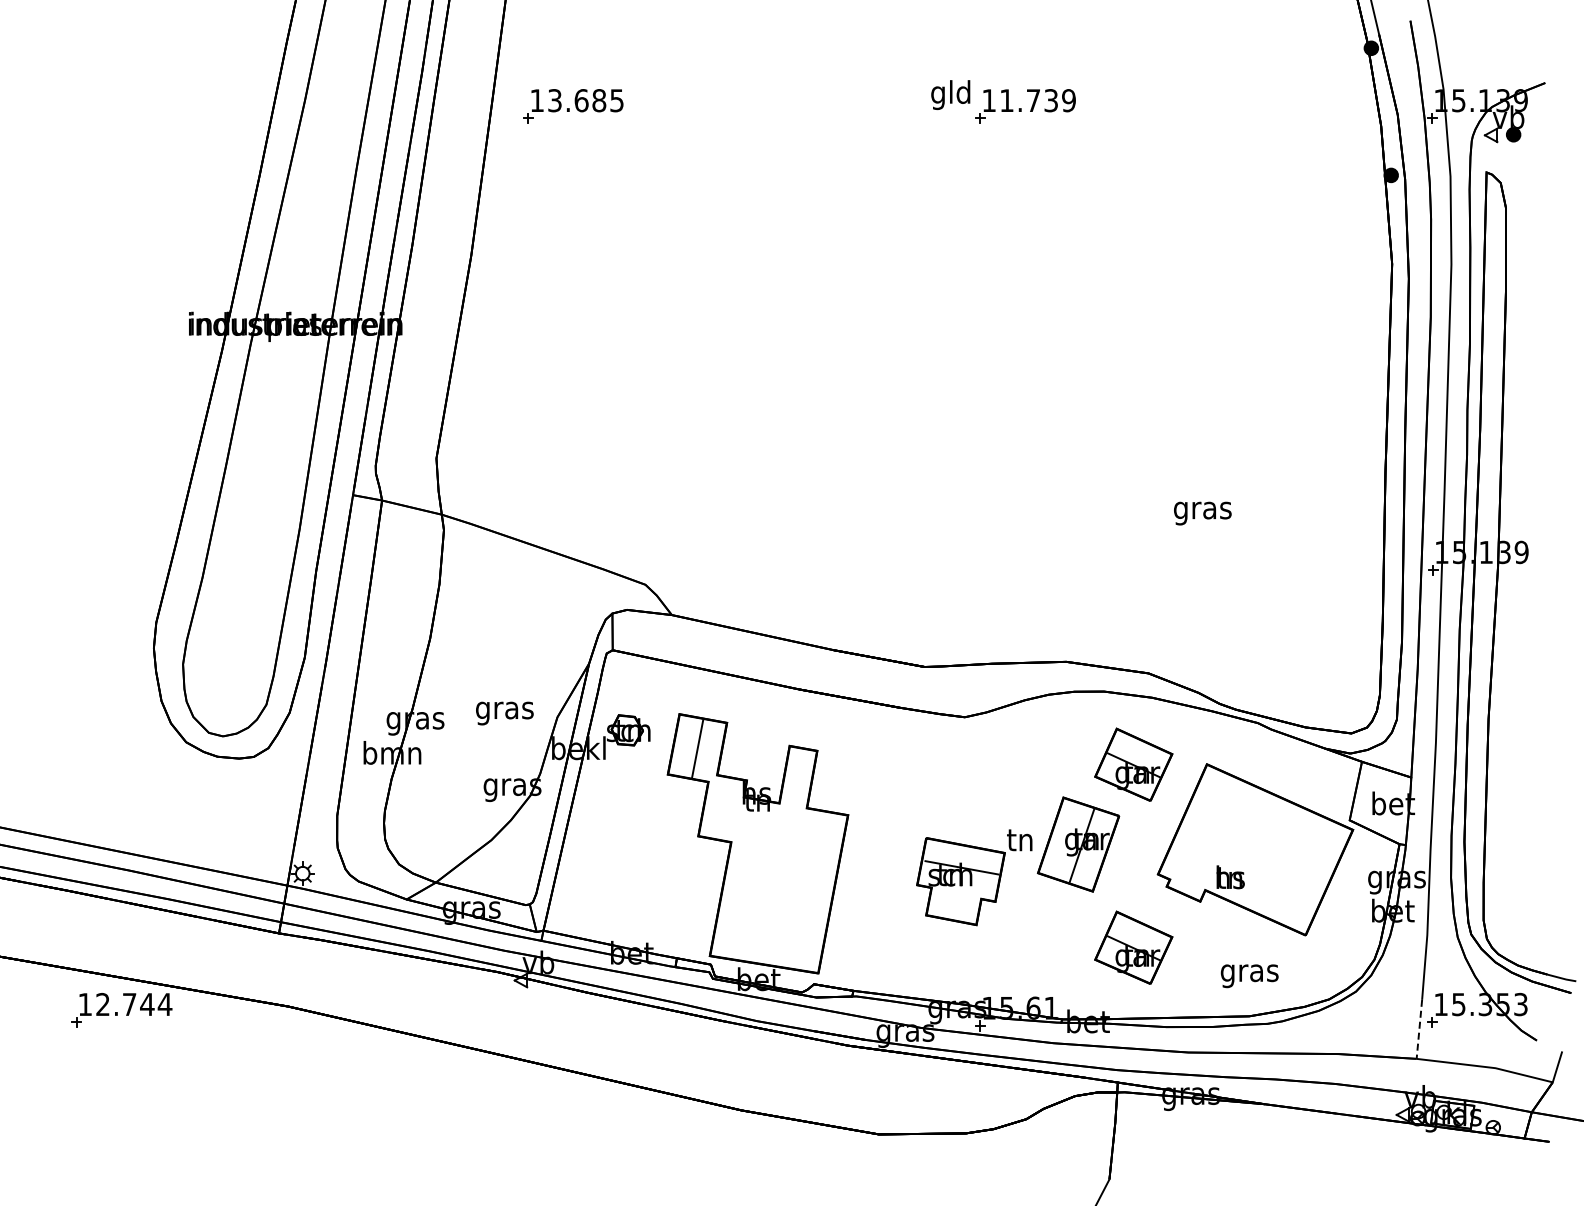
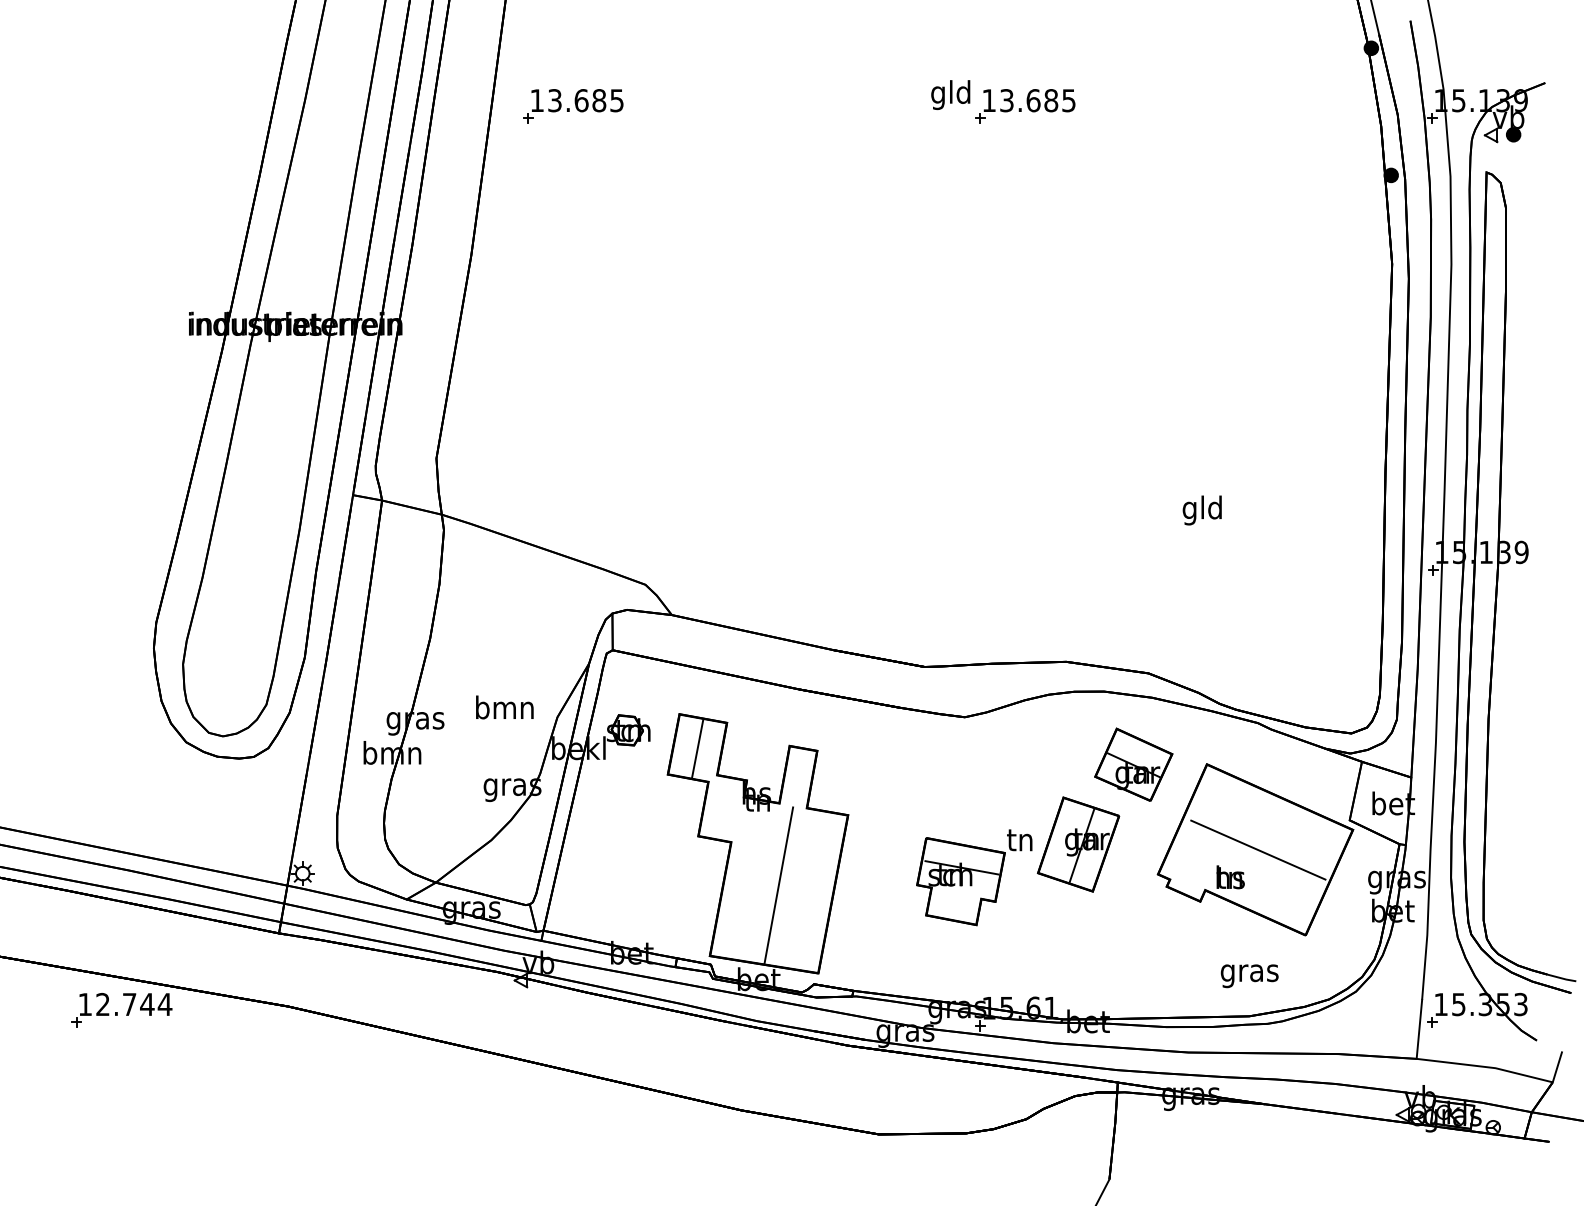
text at (1037, 100): 11.739 -> 13.685
text at (1202, 510): gras -> gld
text at (504, 710): gras -> bmn
line at (1258, 849): none -> present
line at (778, 885): none -> present
part at (1133, 947): present -> none
line at (1419, 1029): dashed -> solid
